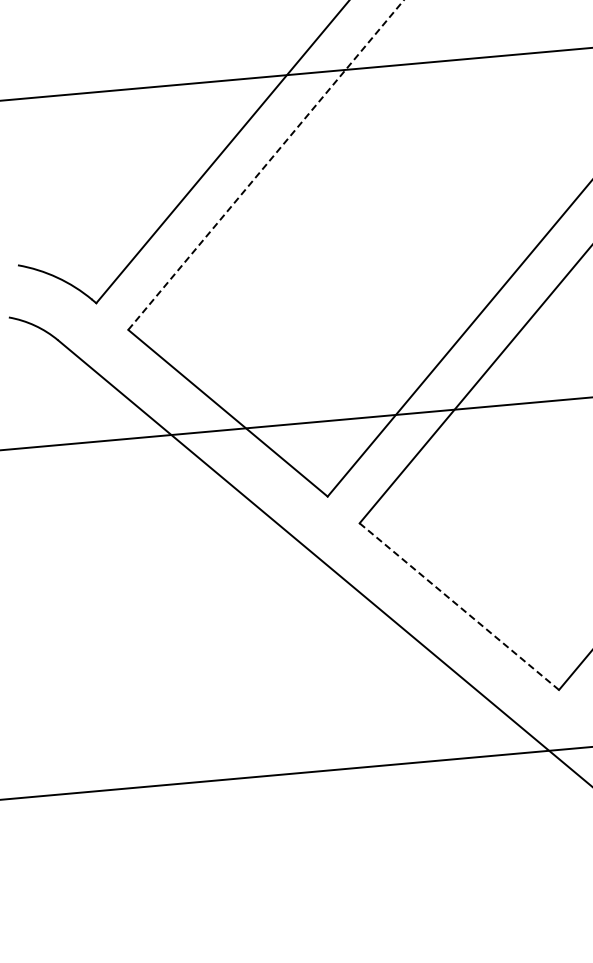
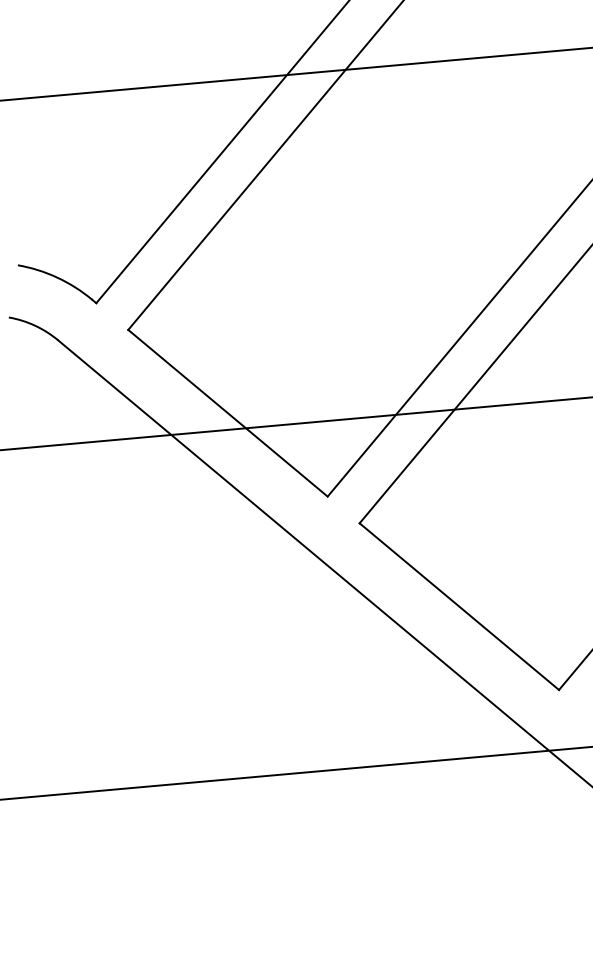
line at (266, 165): dashed -> solid
line at (459, 606): dashed -> solid
